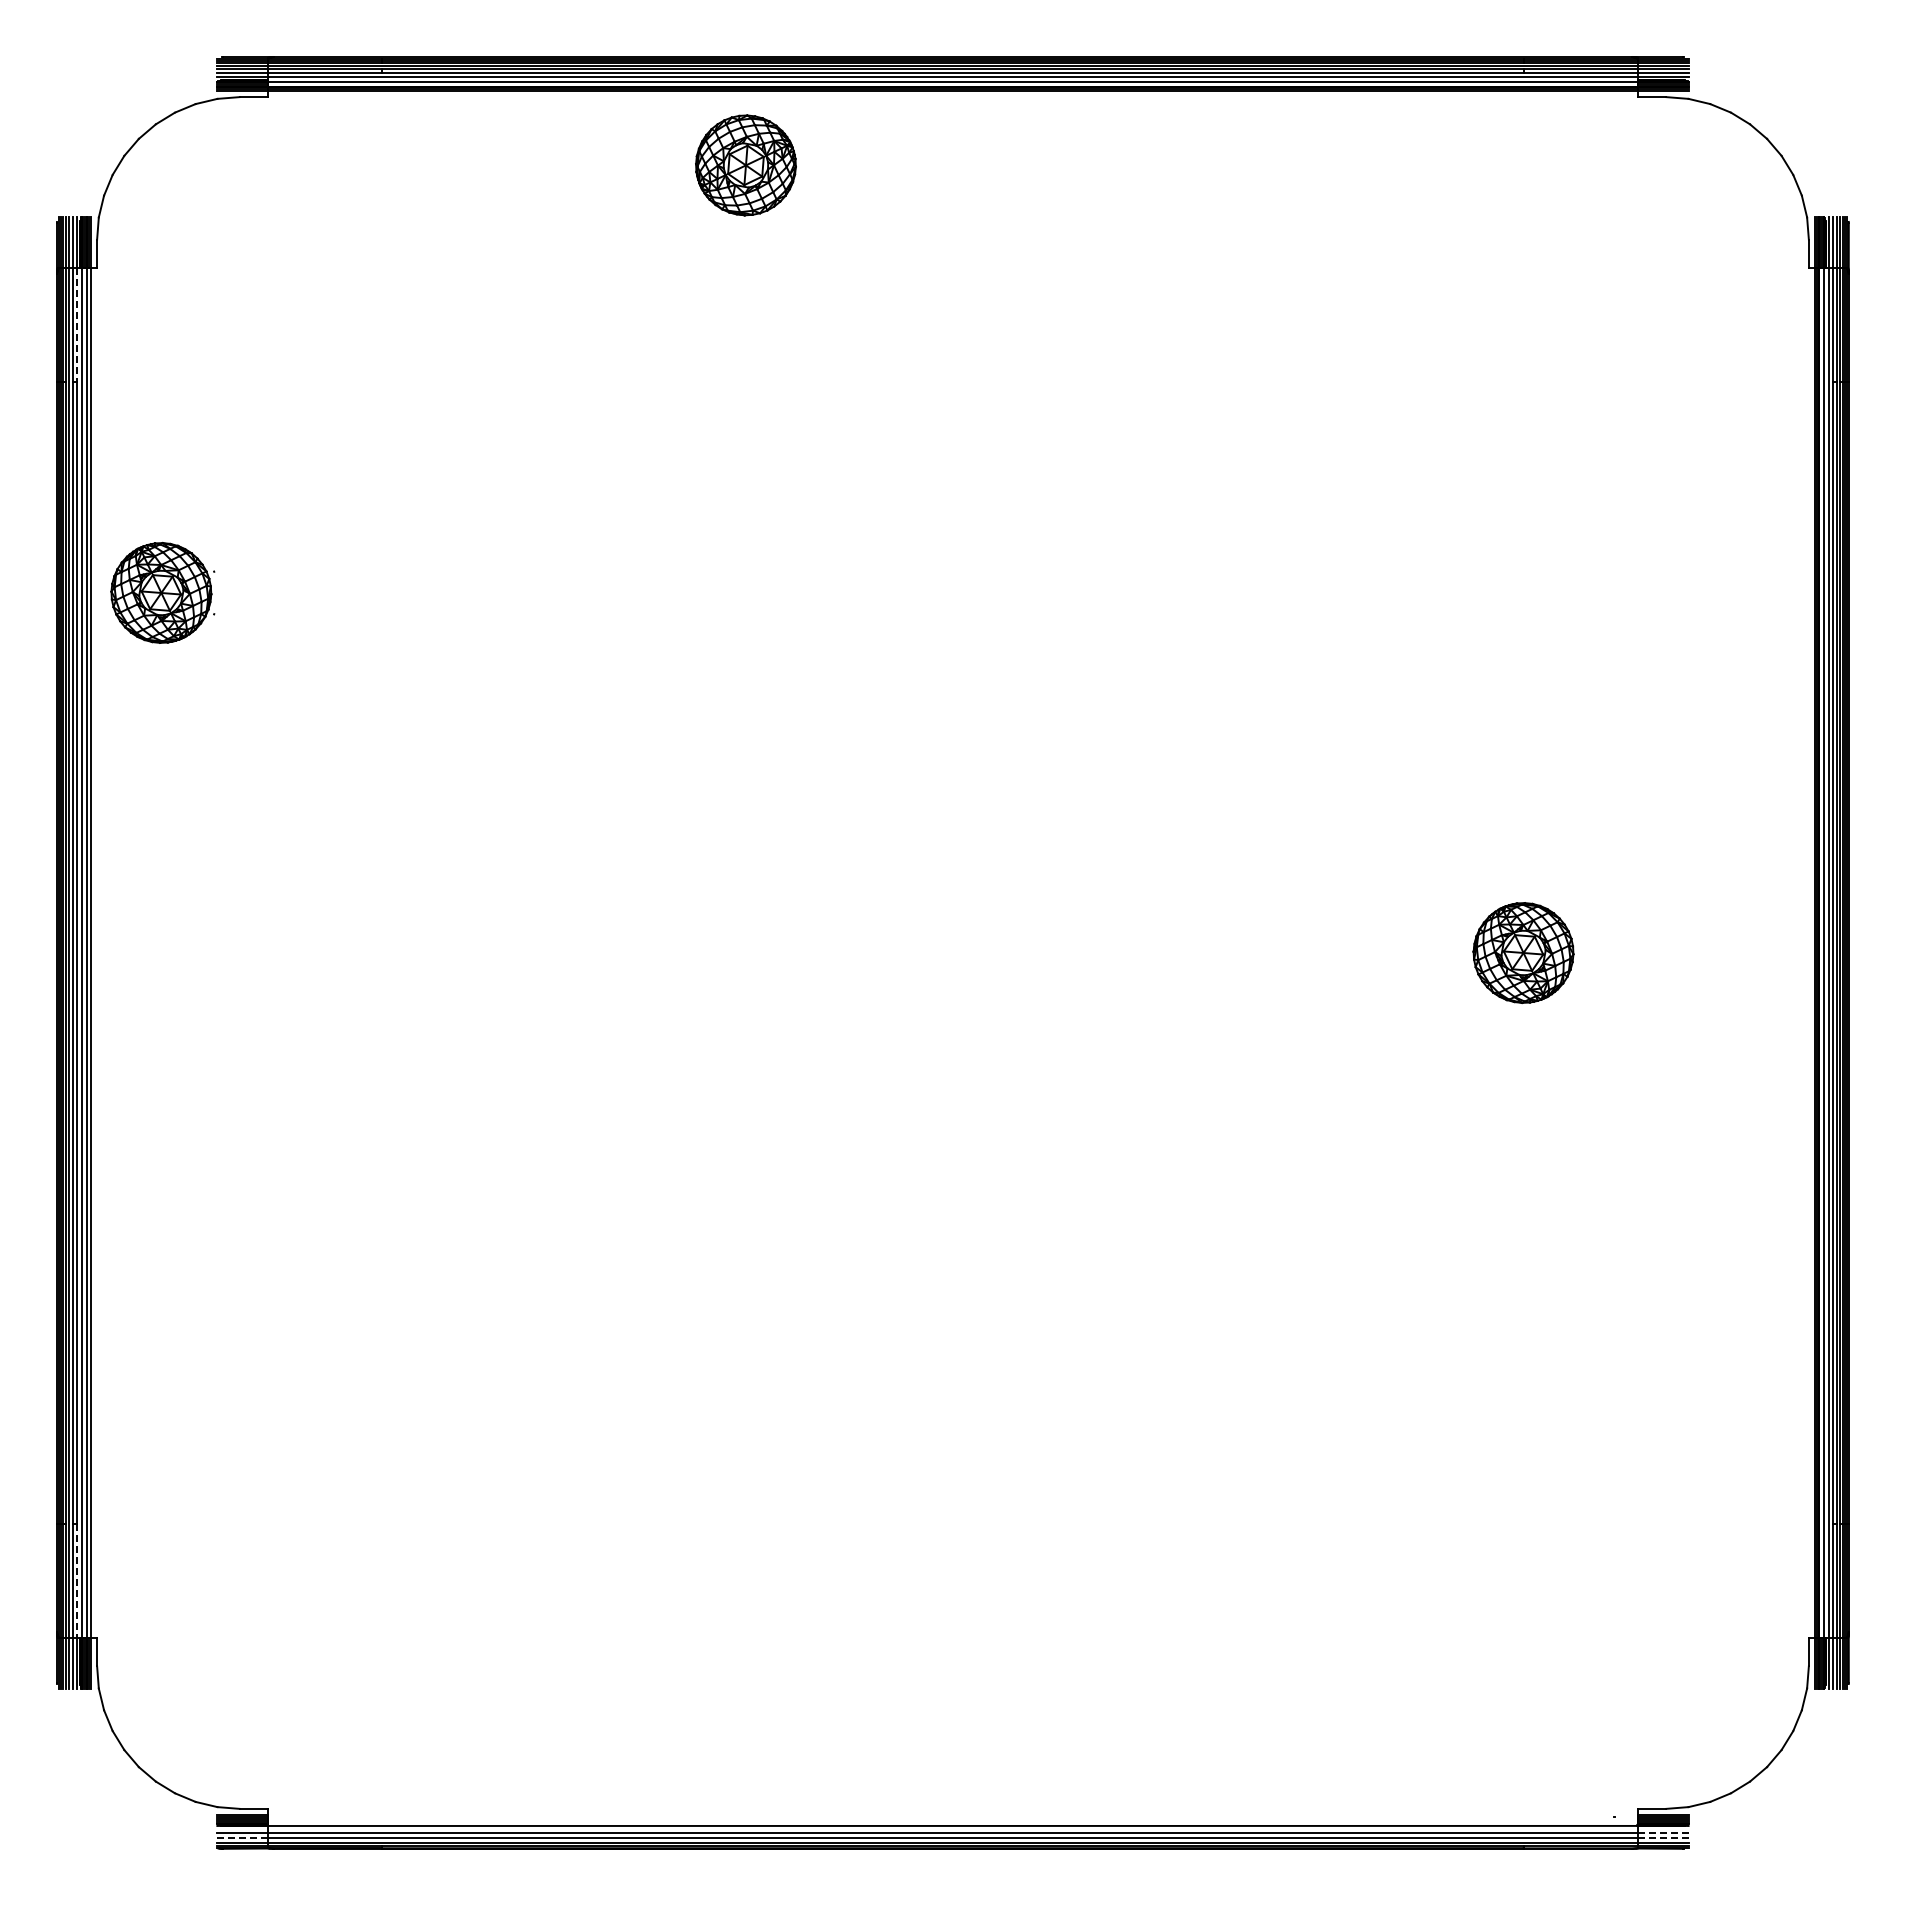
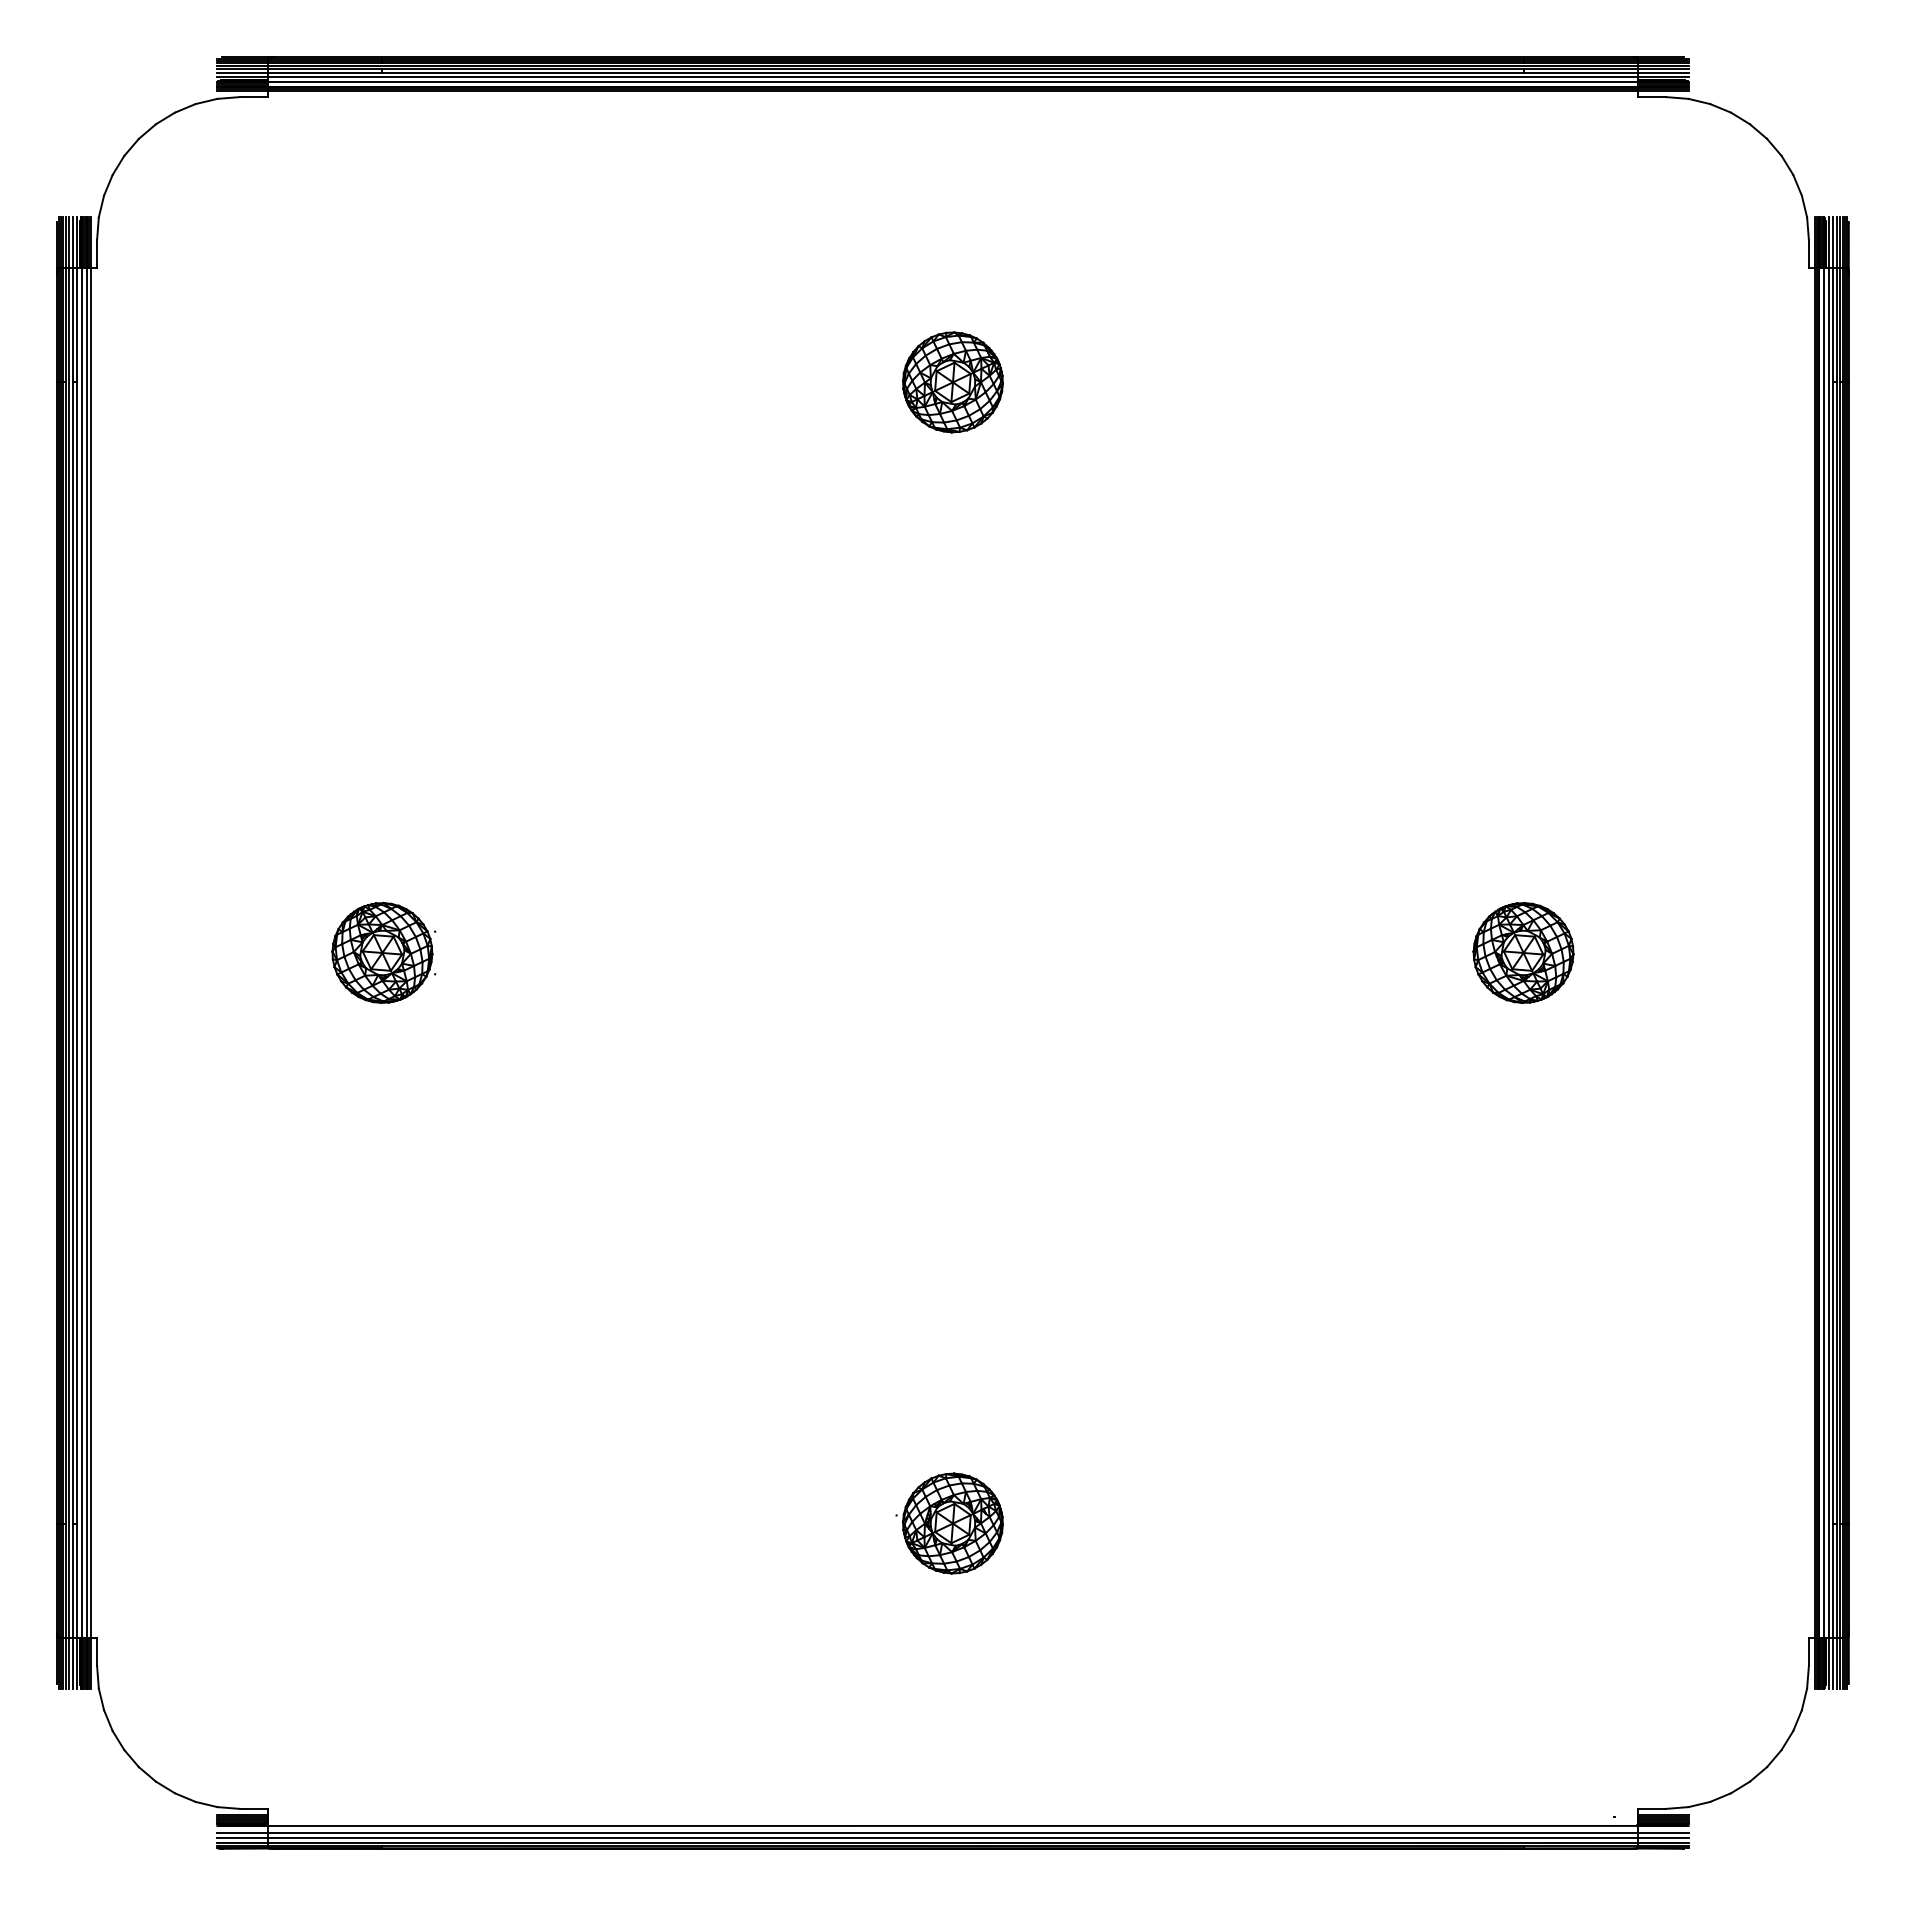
part at (745, 165) position: (745, 165) -> (952, 382)
line at (77, 325): dashed -> solid
part at (162, 592) position: (162, 592) -> (383, 952)
part at (949, 1523): none -> present
line at (77, 1581): dashed -> solid
line at (1662, 1832): dashed -> solid
line at (243, 1838): dashed -> solid
line at (1662, 1838): dashed -> solid
